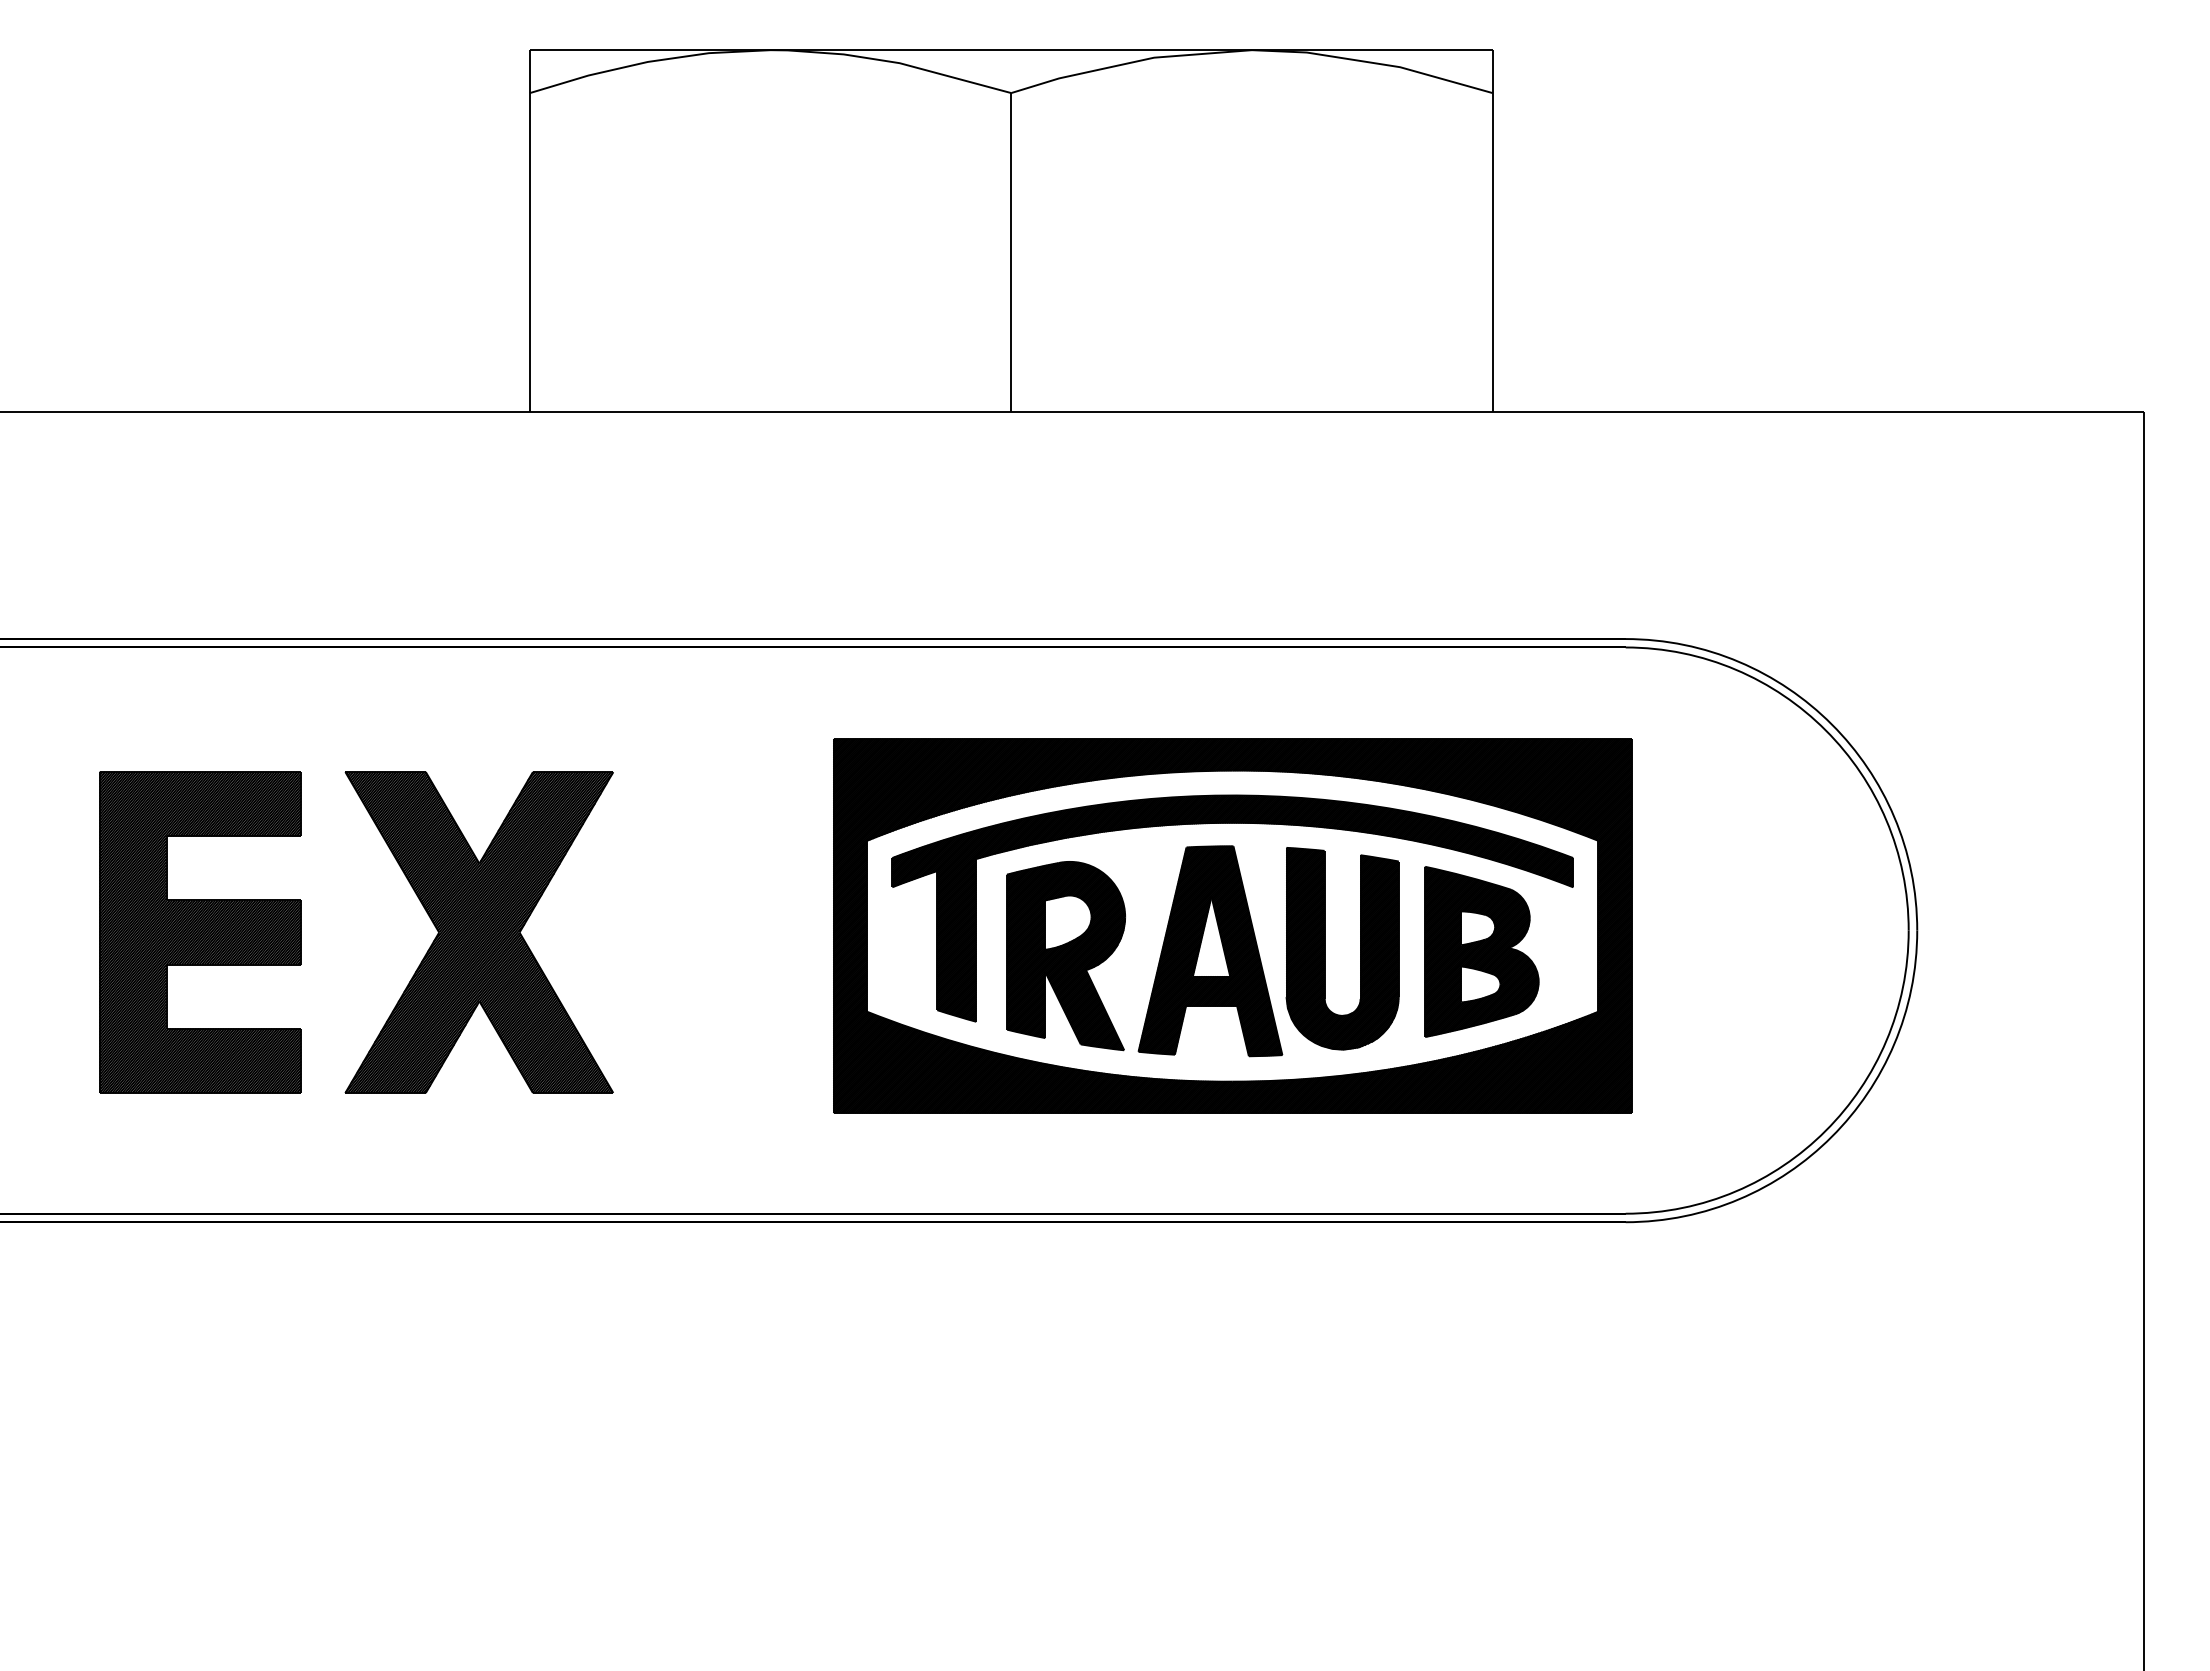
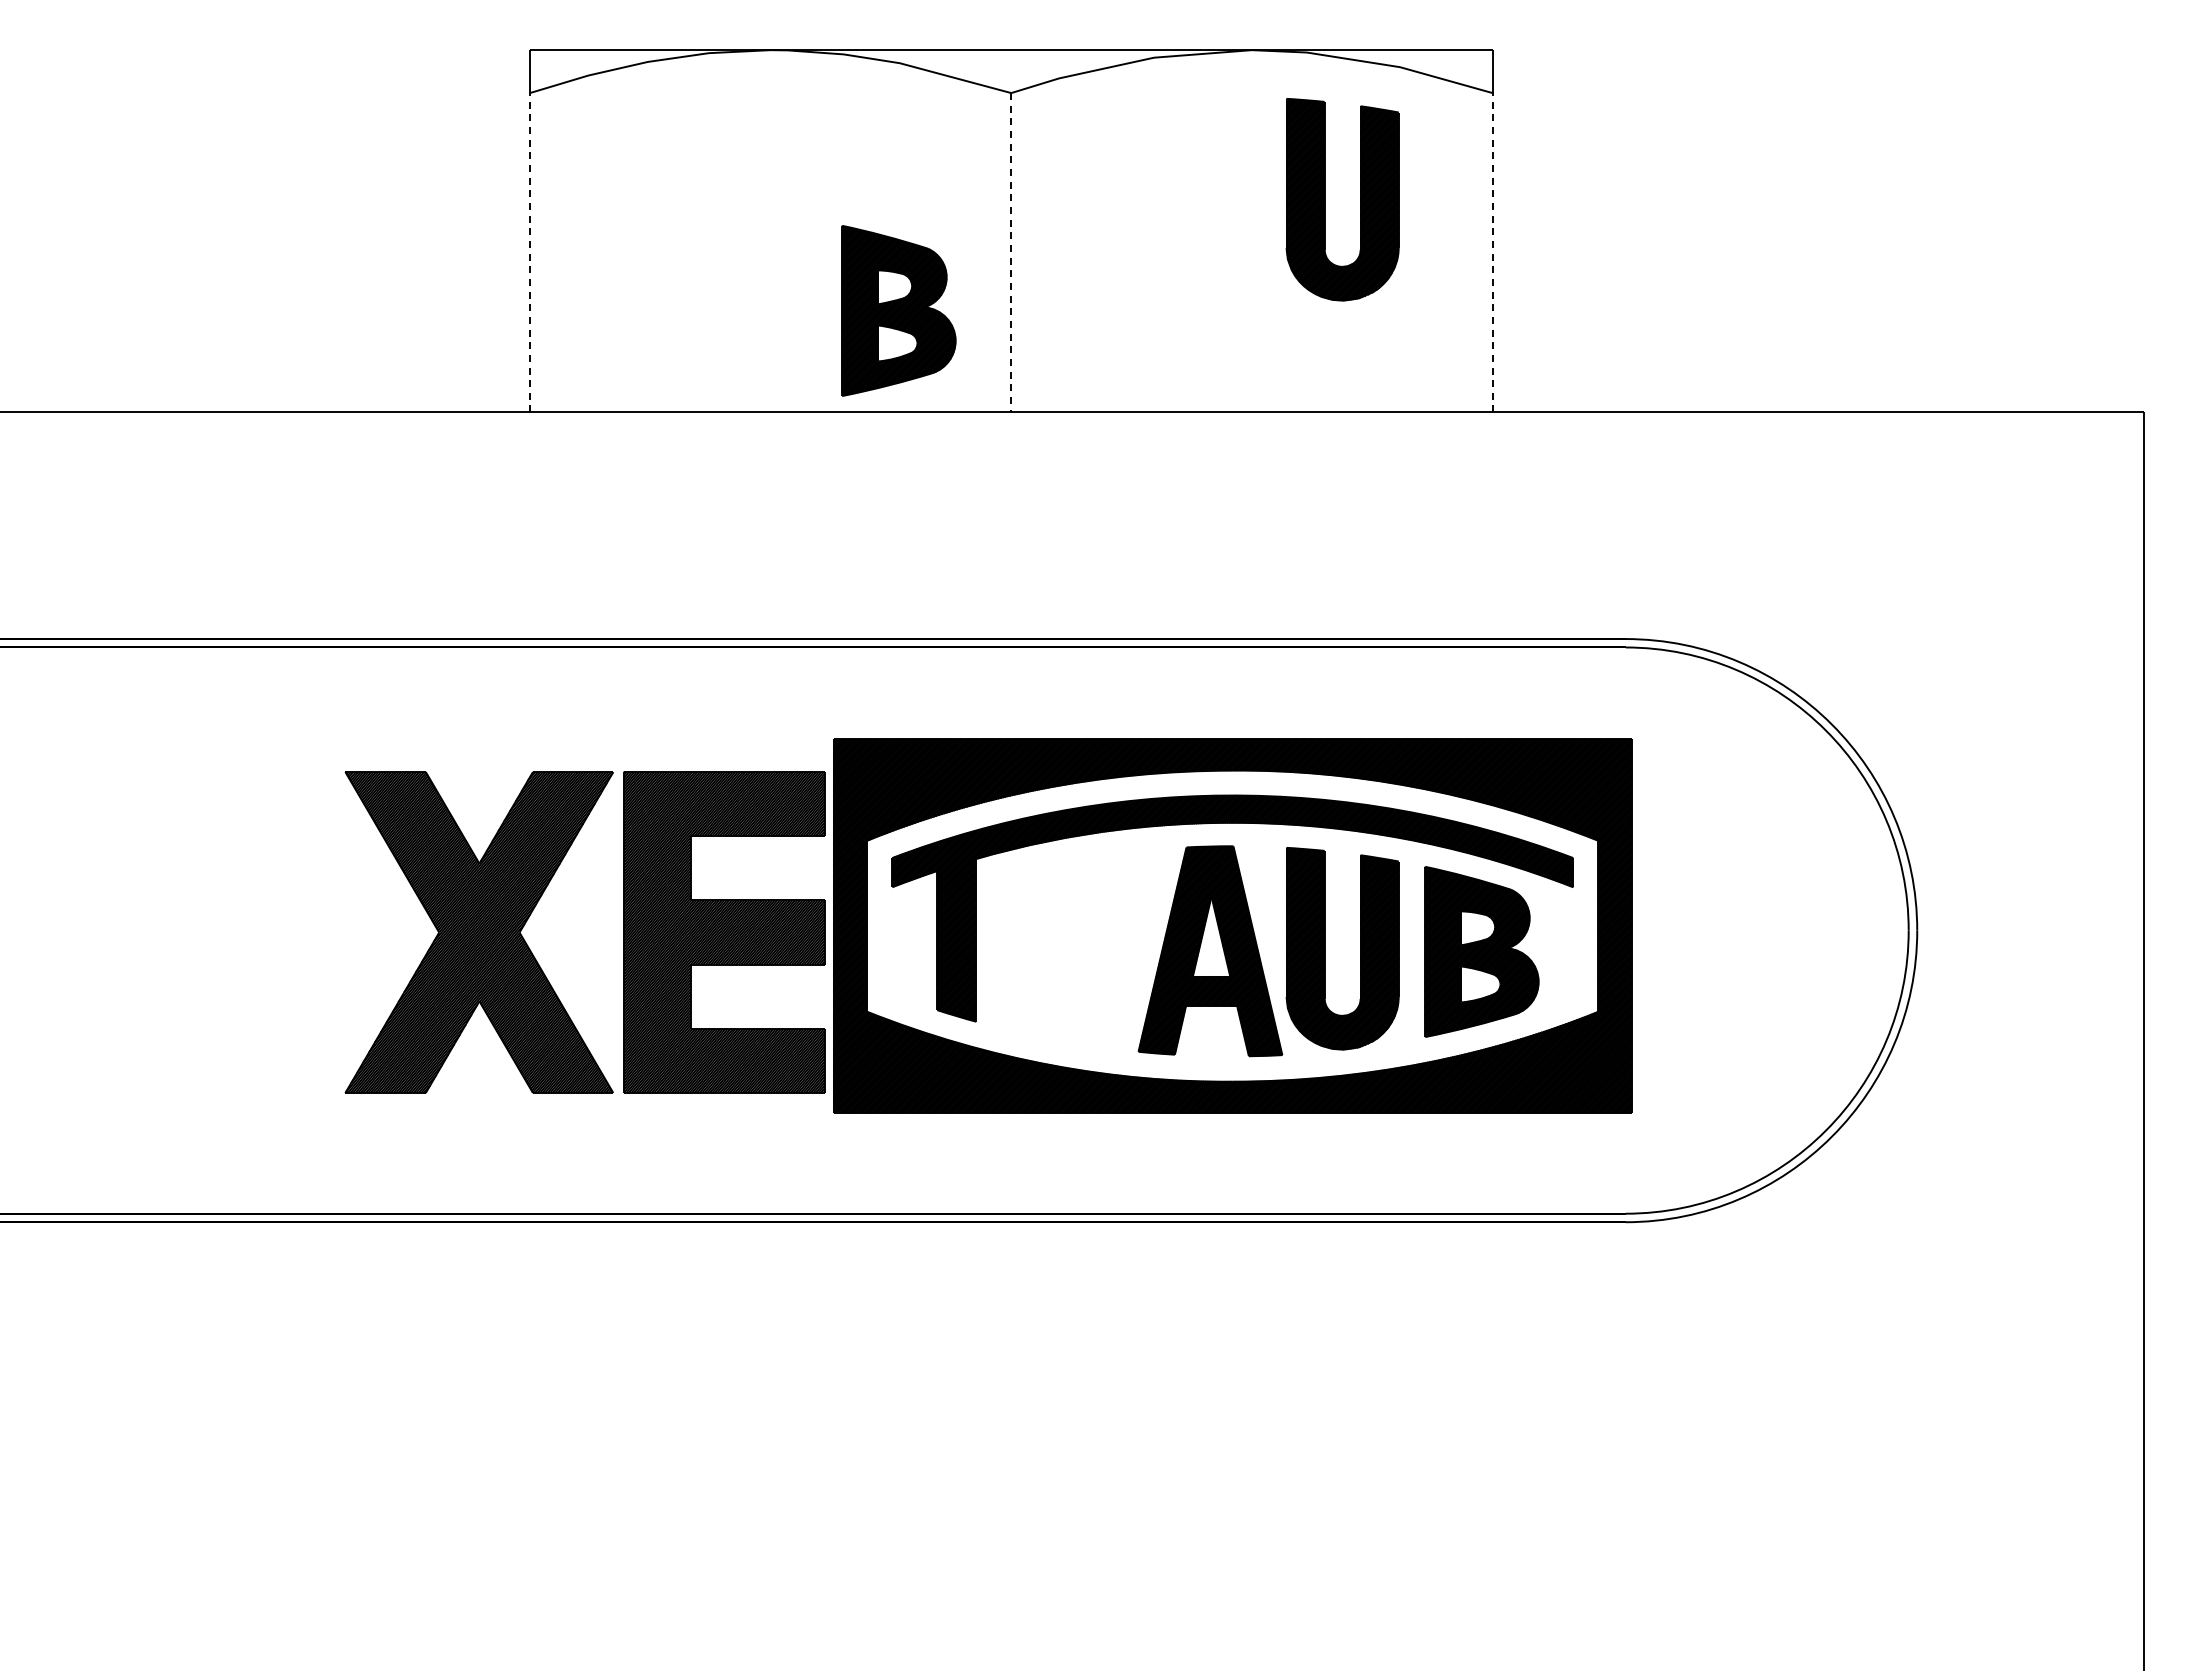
part at (1325, 199): none -> present
line at (529, 252): solid -> dashed
line at (1011, 252): solid -> dashed
line at (1492, 252): solid -> dashed
part at (898, 310): none -> present
part at (200, 932) position: (200, 932) -> (724, 932)
part at (1065, 956): present -> none
